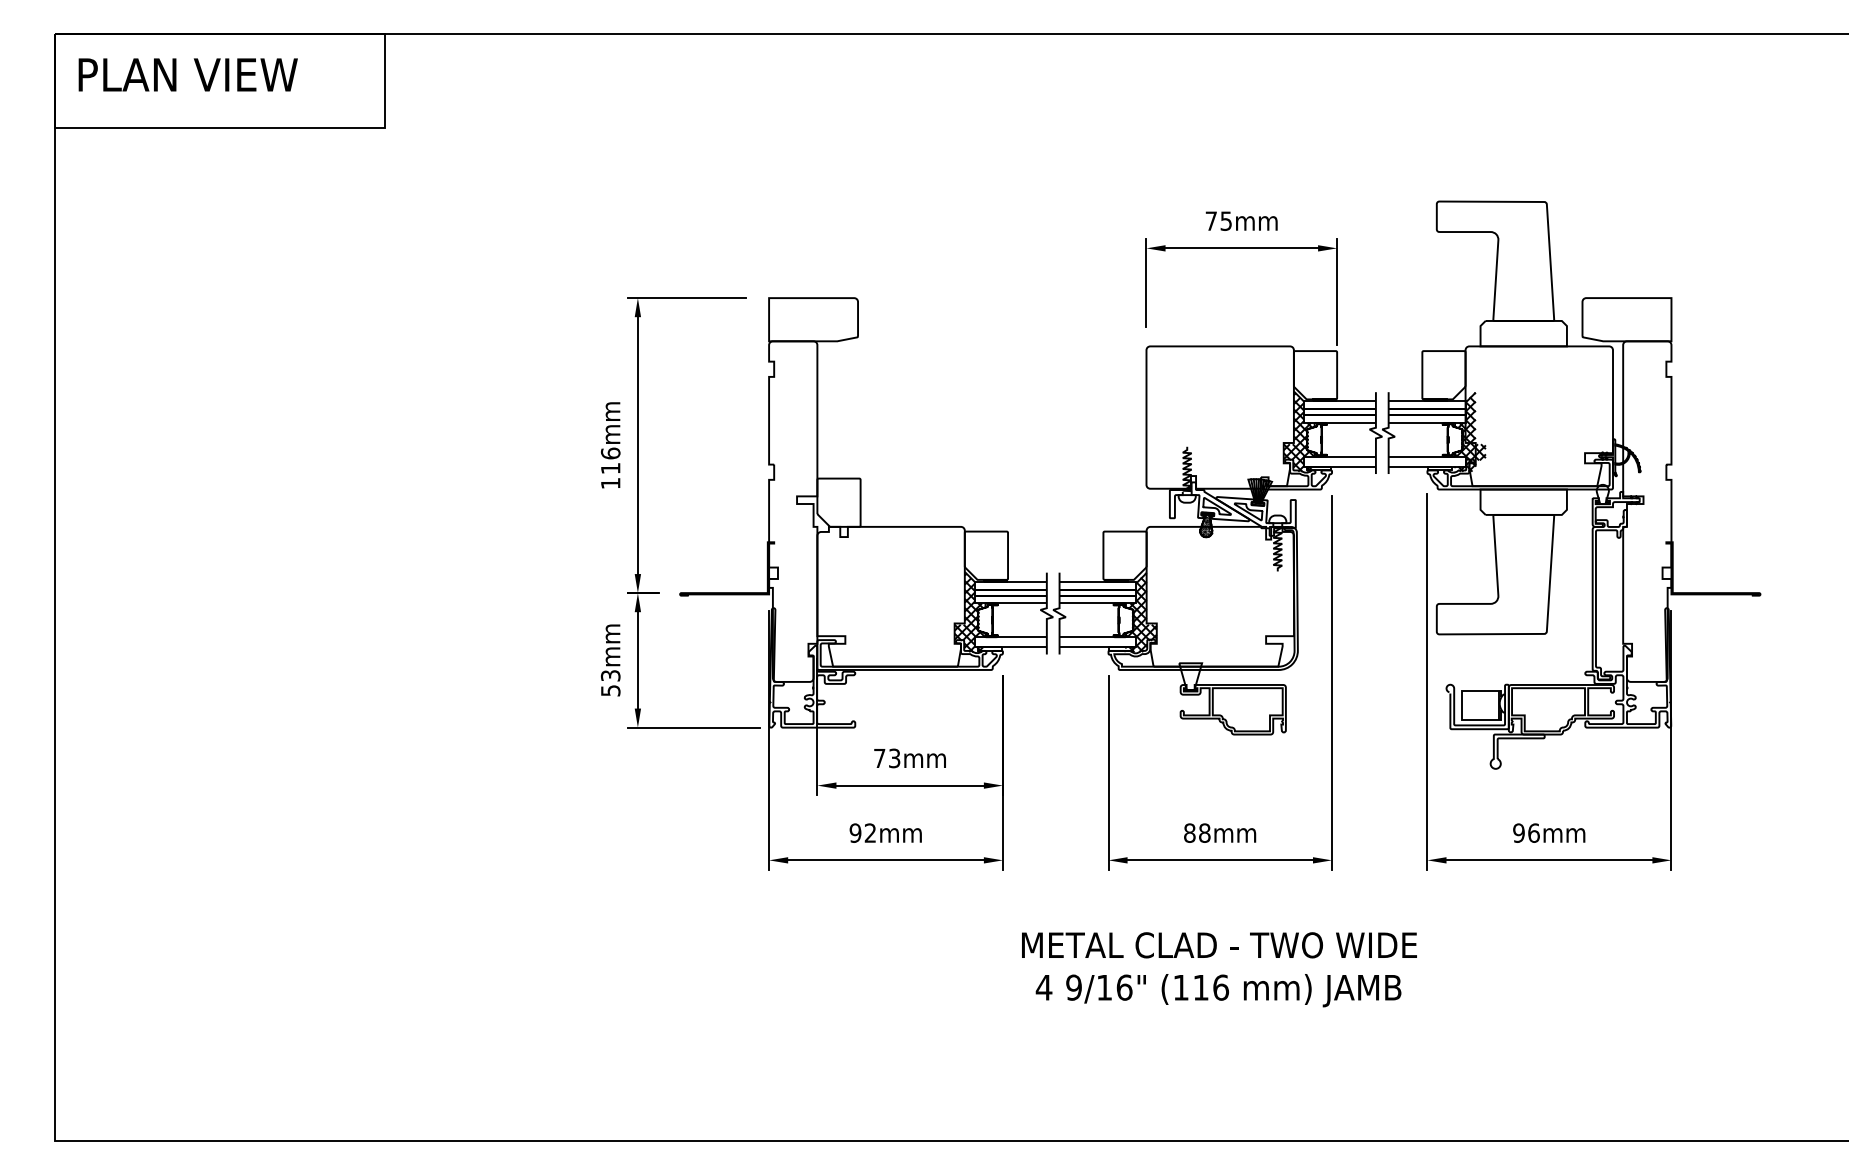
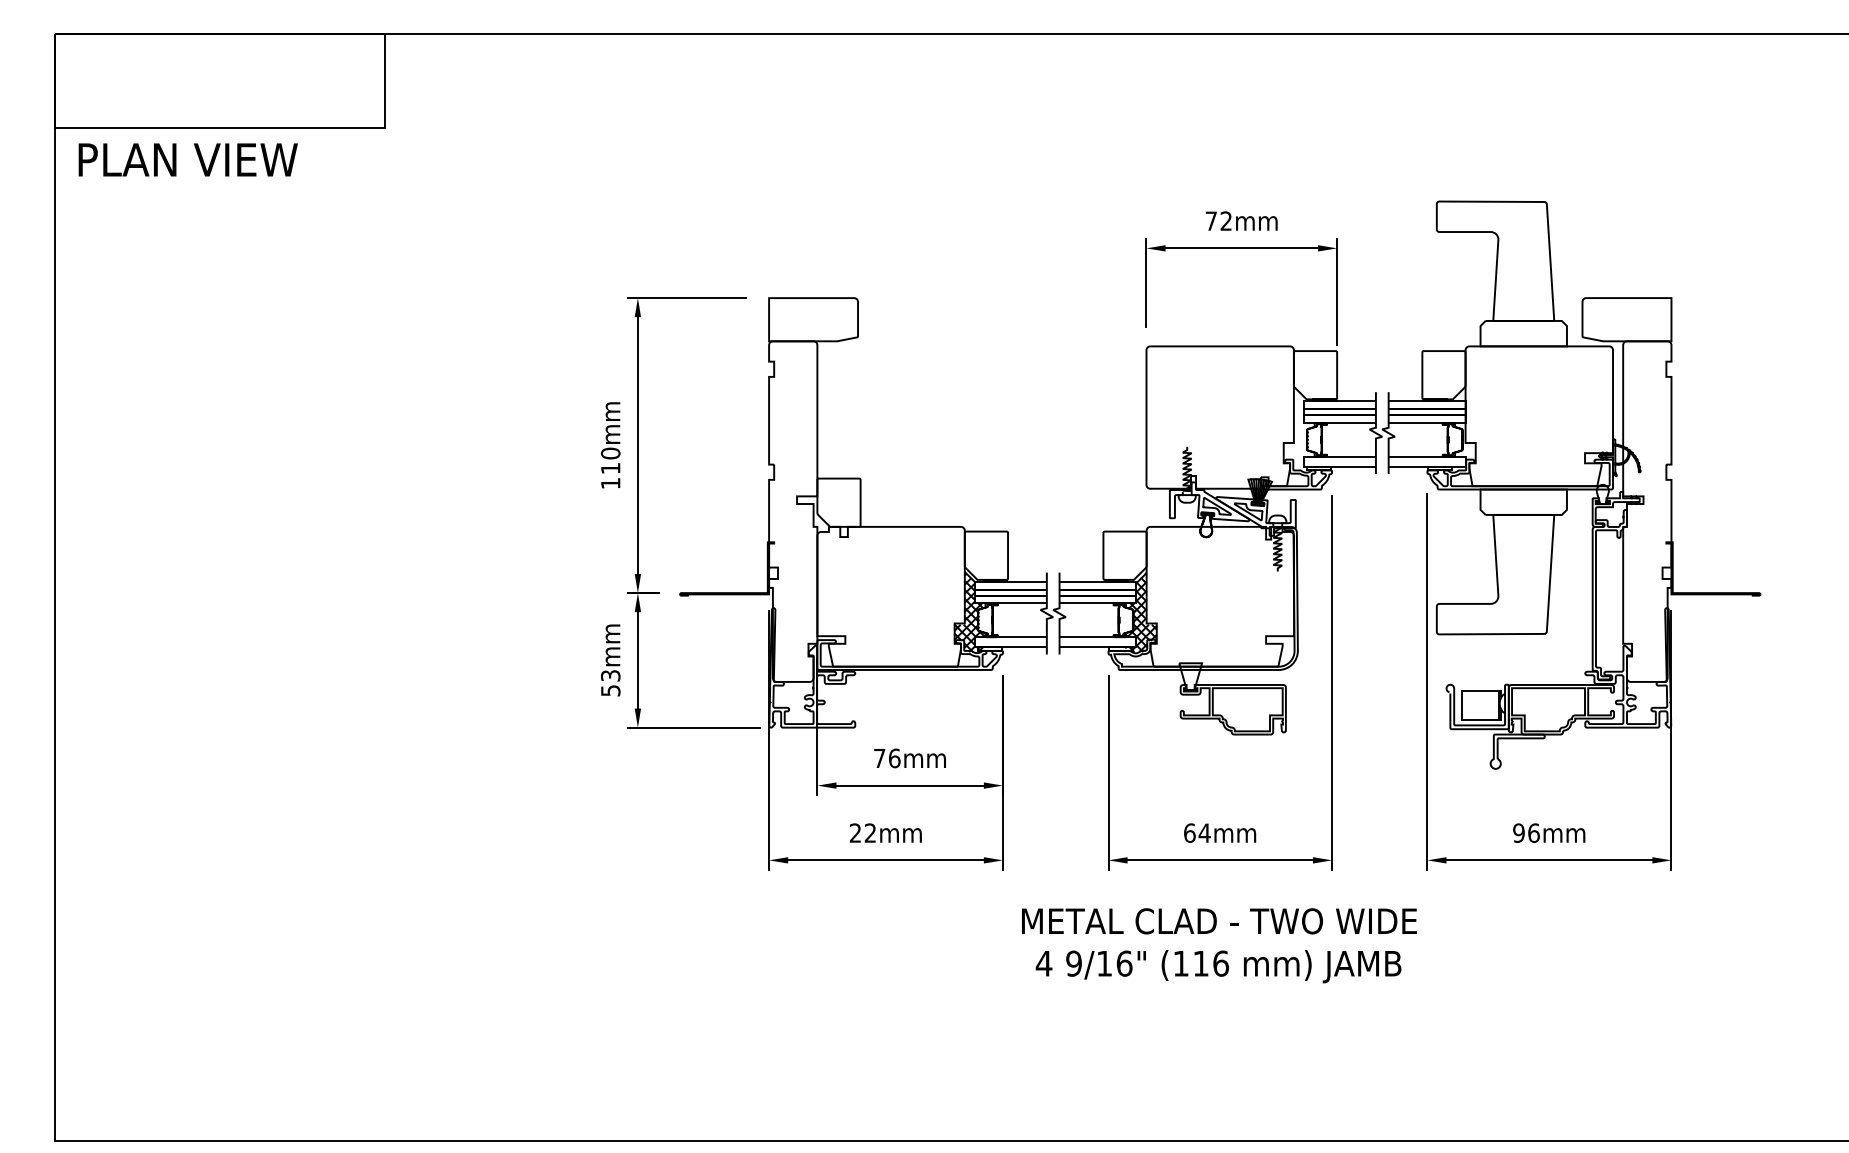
text at (187, 74) position: (187, 74) -> (187, 159)
text at (1225, 220): 75mm -> 72mm
hatch at (1300, 431): present -> none
hatch at (1468, 431): present -> none
text at (610, 453): 116mm -> 110mm
hatch at (1205, 525): present -> none
text at (894, 758): 73mm -> 76mm
text at (855, 832): 92mm -> 22mm
text at (1197, 832): 88mm -> 64mm
text at (1219, 969) position: (1219, 969) -> (1219, 945)
